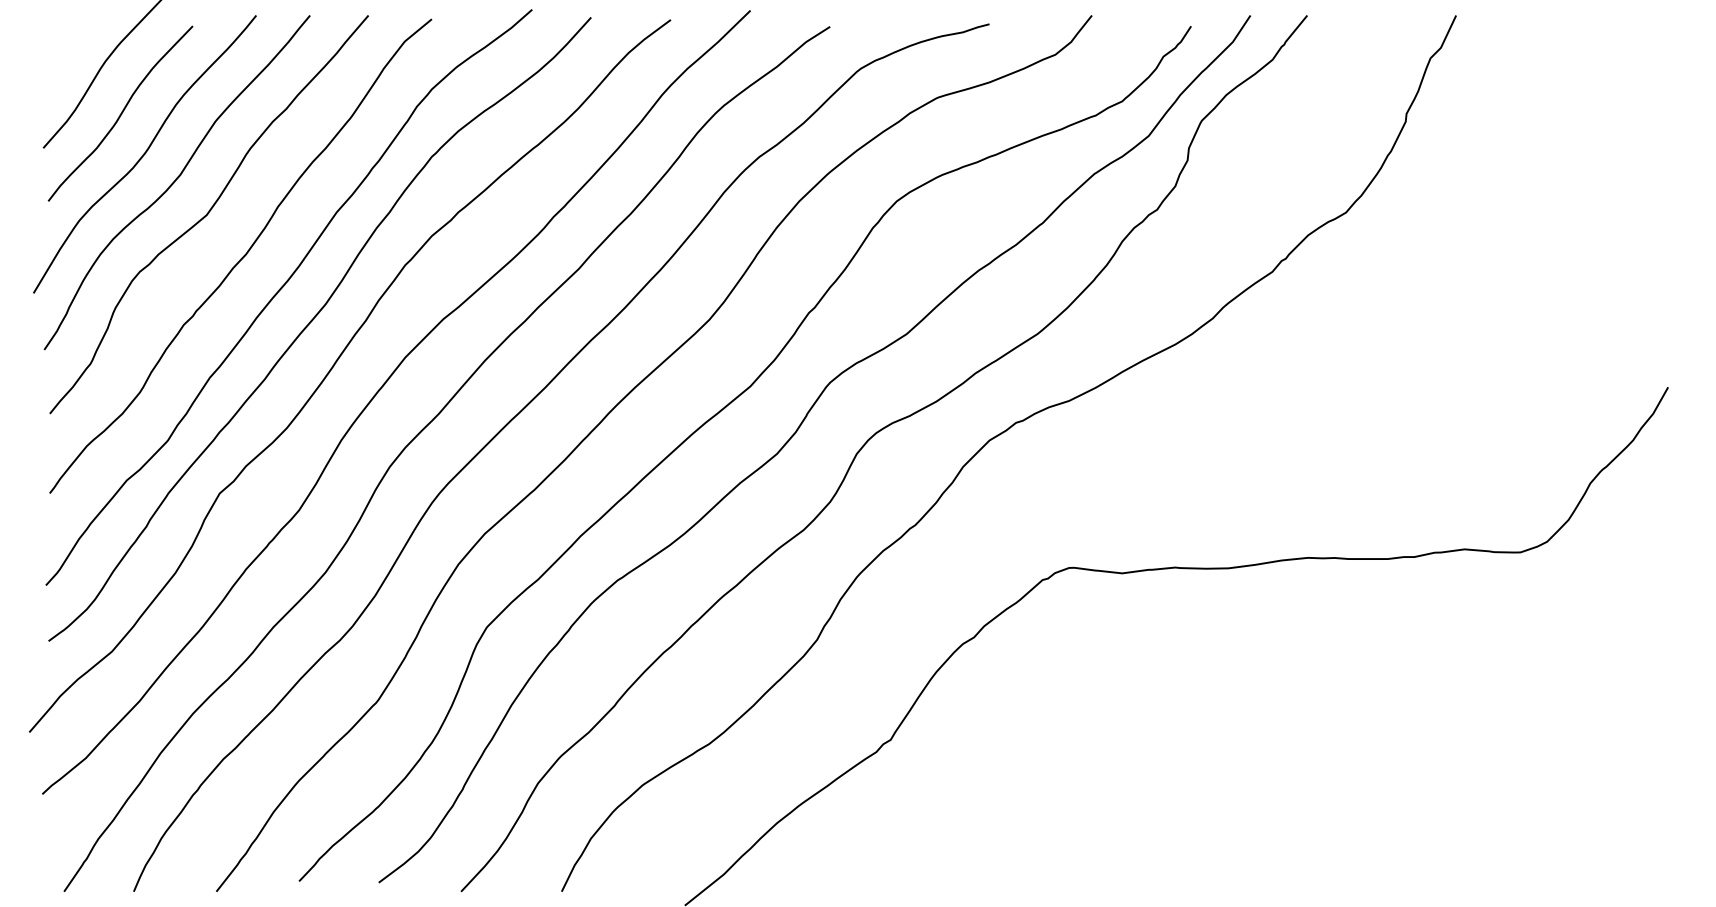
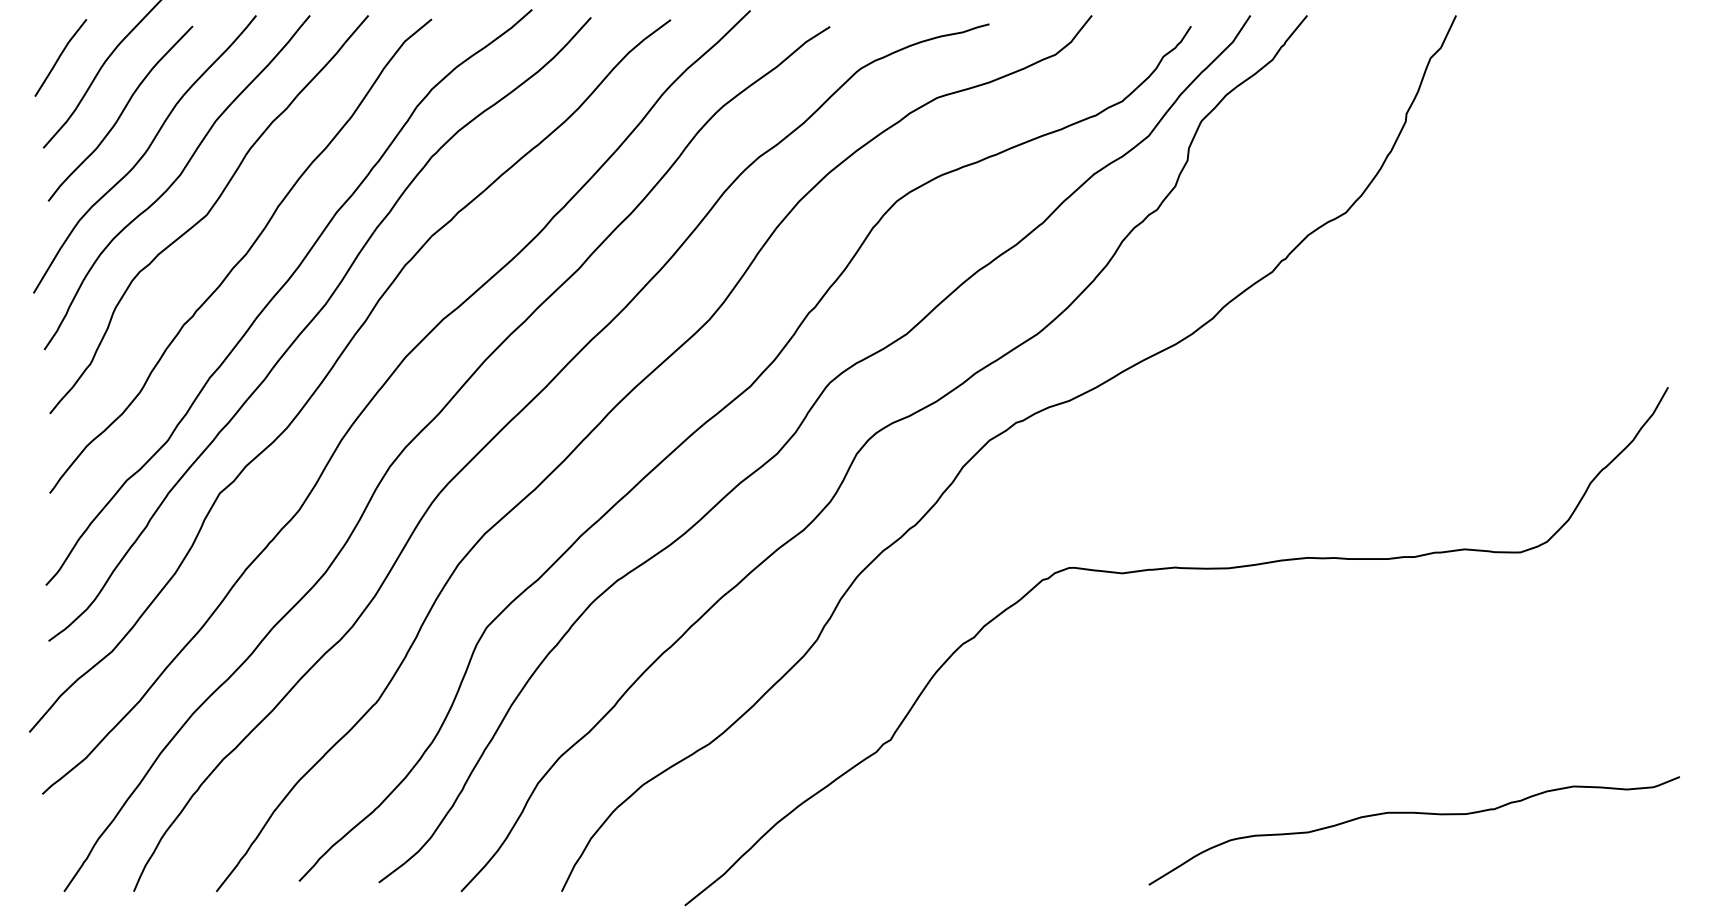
line at (60, 57): none -> present
curve at (1414, 813): none -> present
